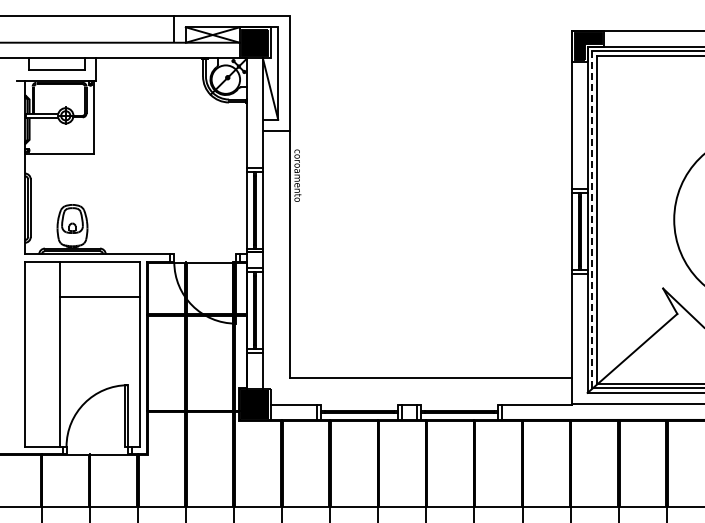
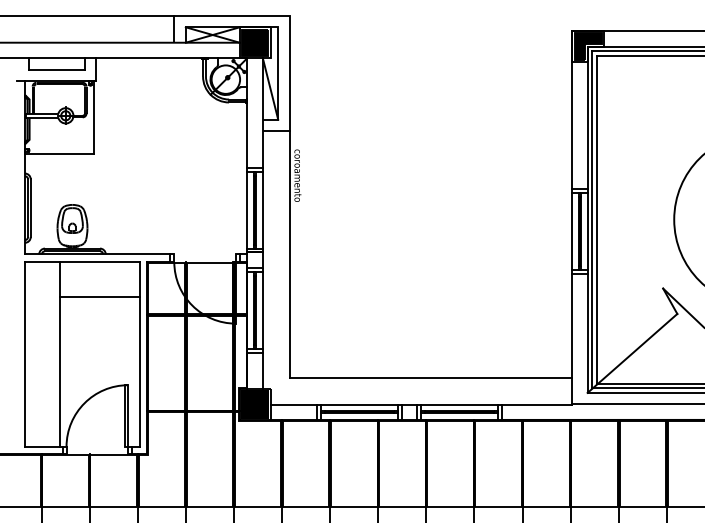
line at (592, 219): dashed -> solid
line at (359, 404): none -> present
line at (459, 404): none -> present
